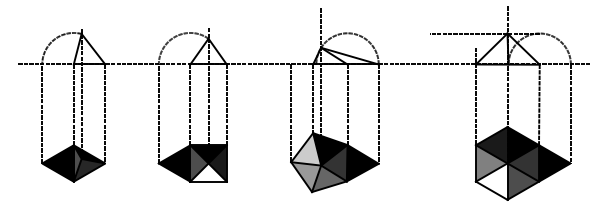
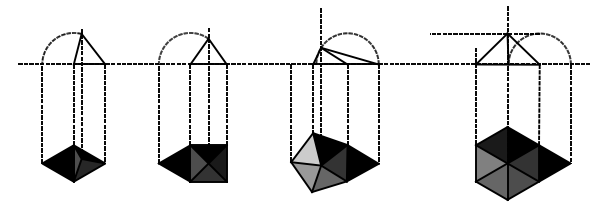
fill at (208, 172): none -> present
fill at (491, 181): none -> present
